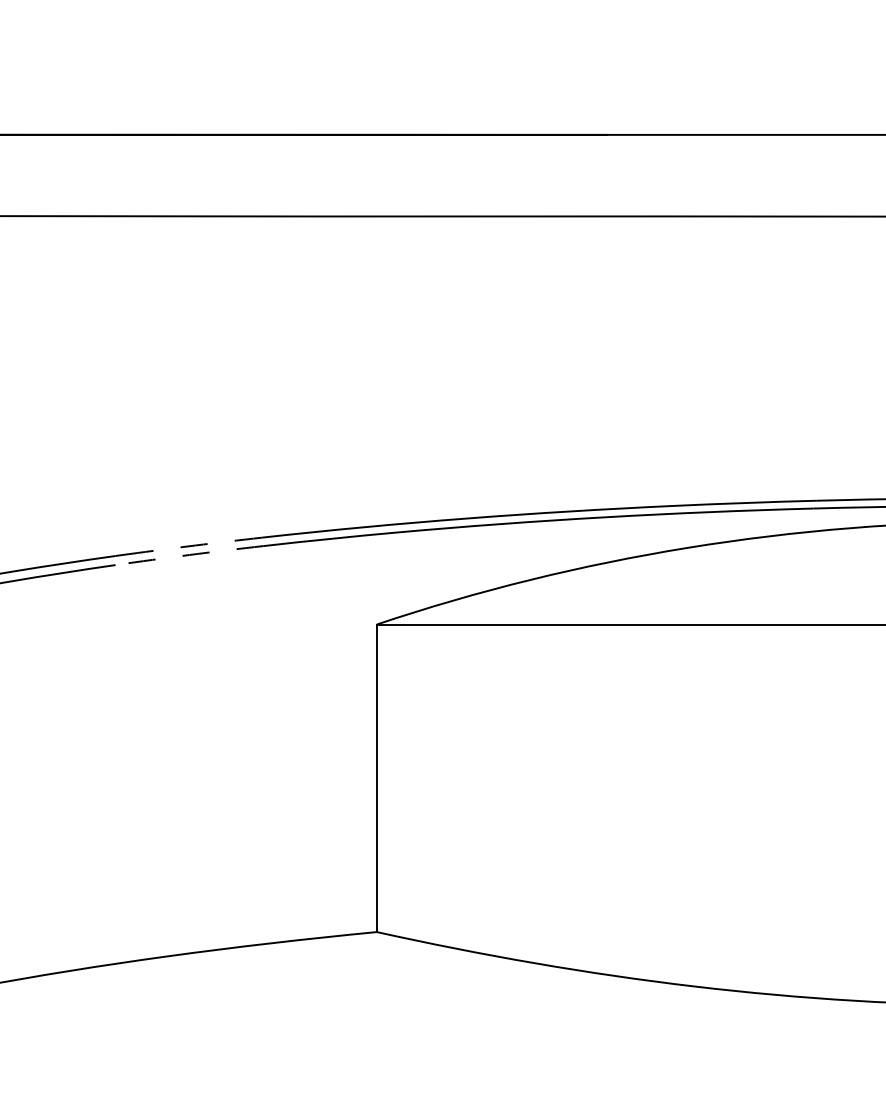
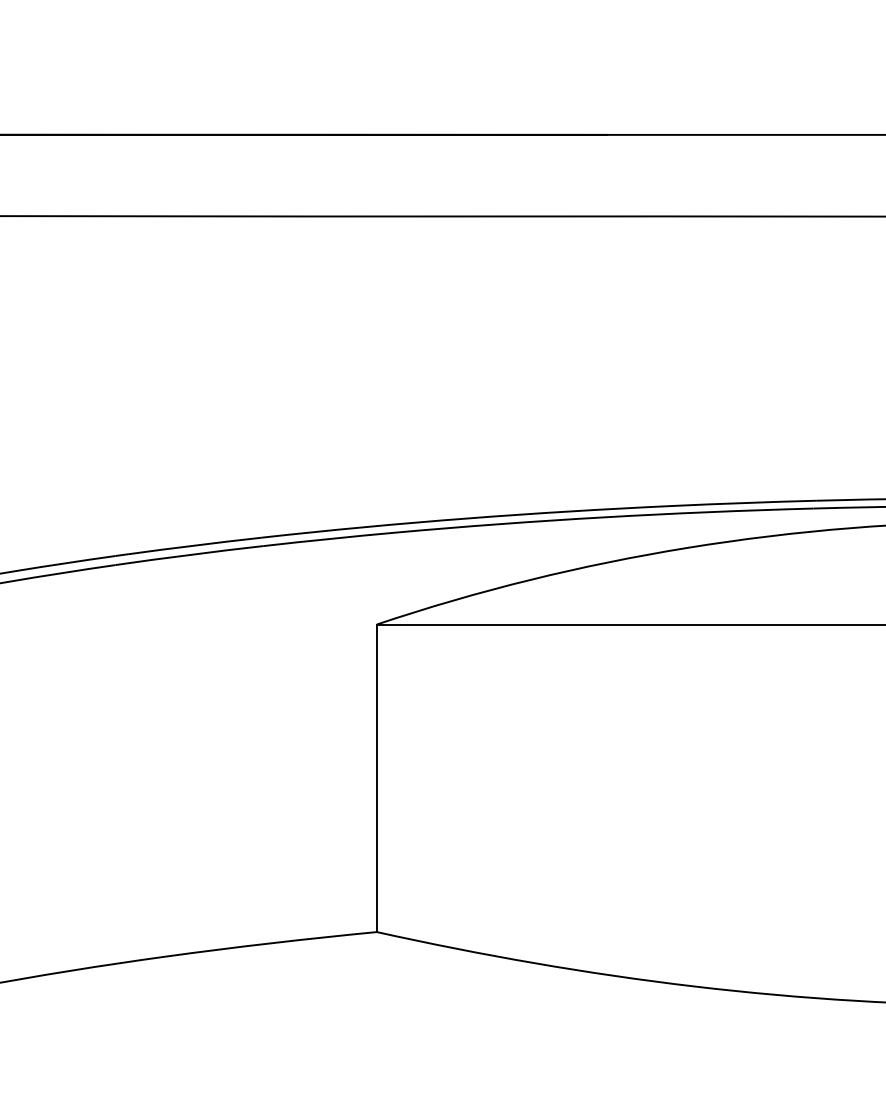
arc at (195, 545): dashed -> solid
arc at (189, 554): dashed -> solid
